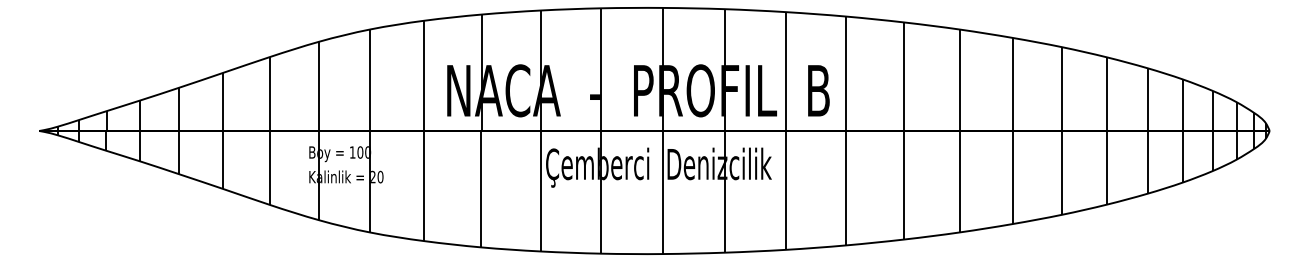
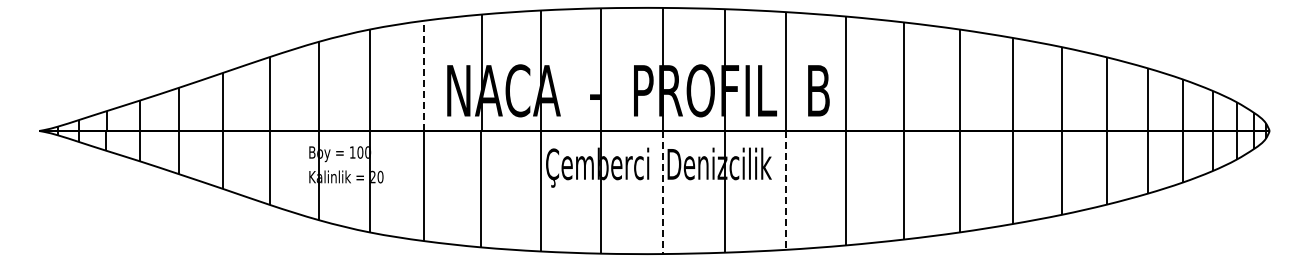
line at (424, 75): solid -> dashed
line at (785, 190): solid -> dashed
line at (662, 192): solid -> dashed
